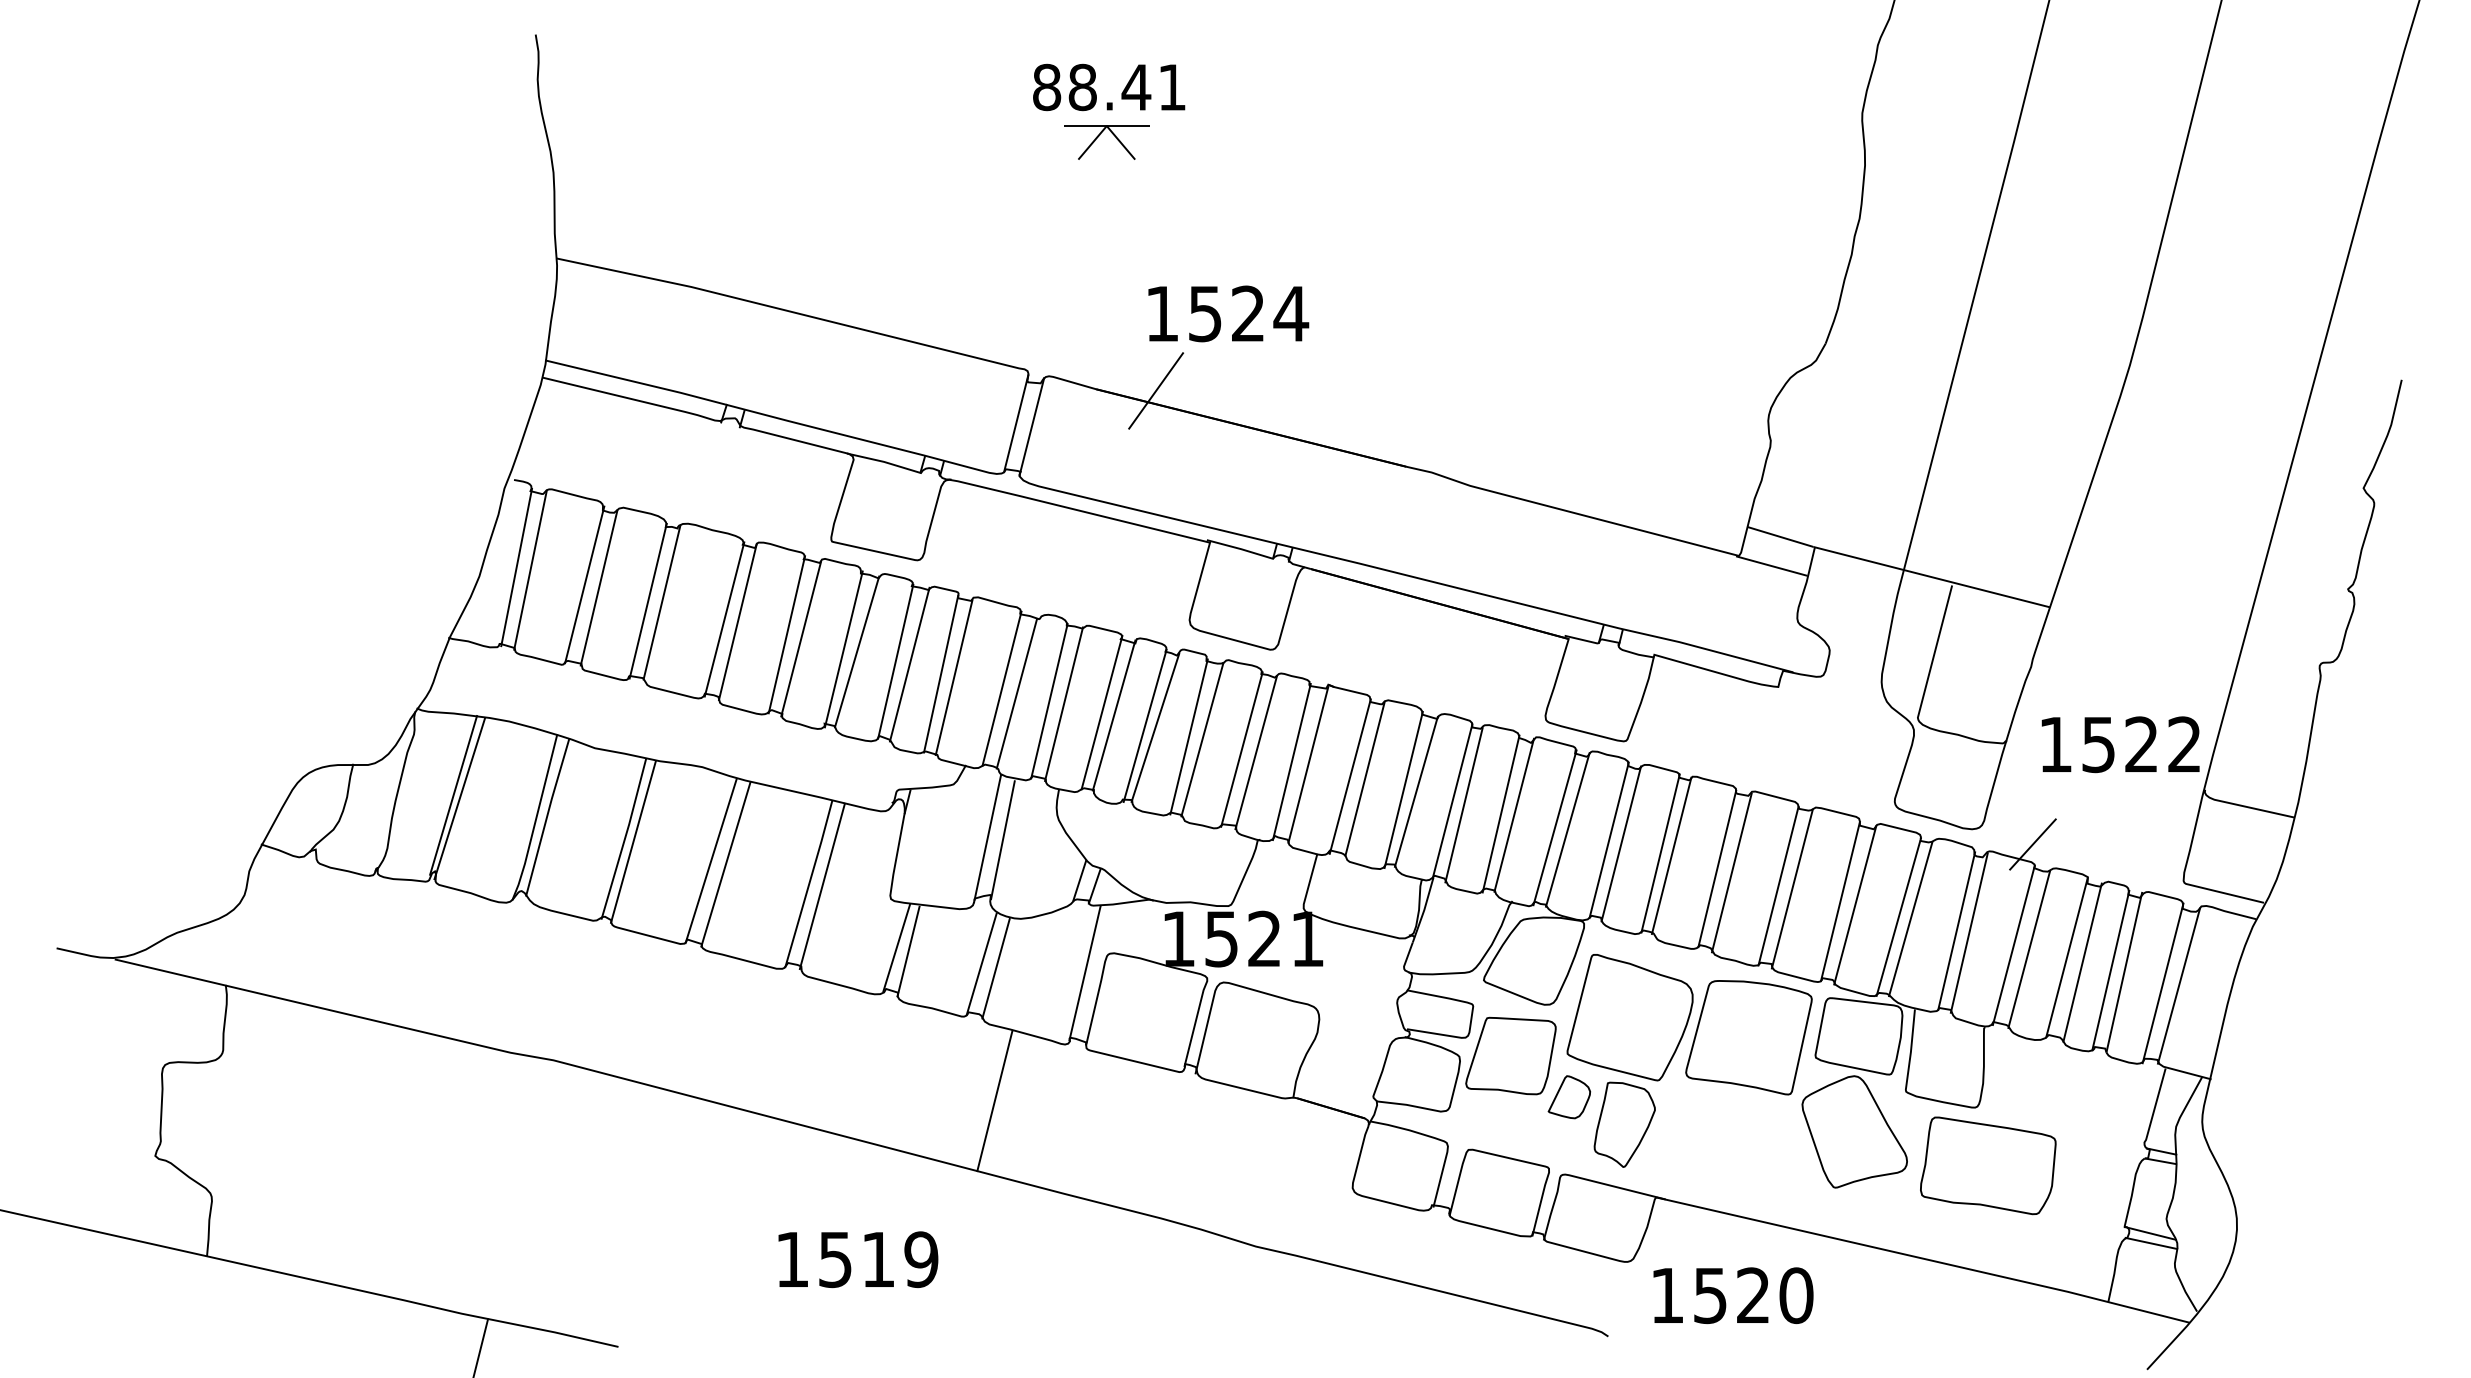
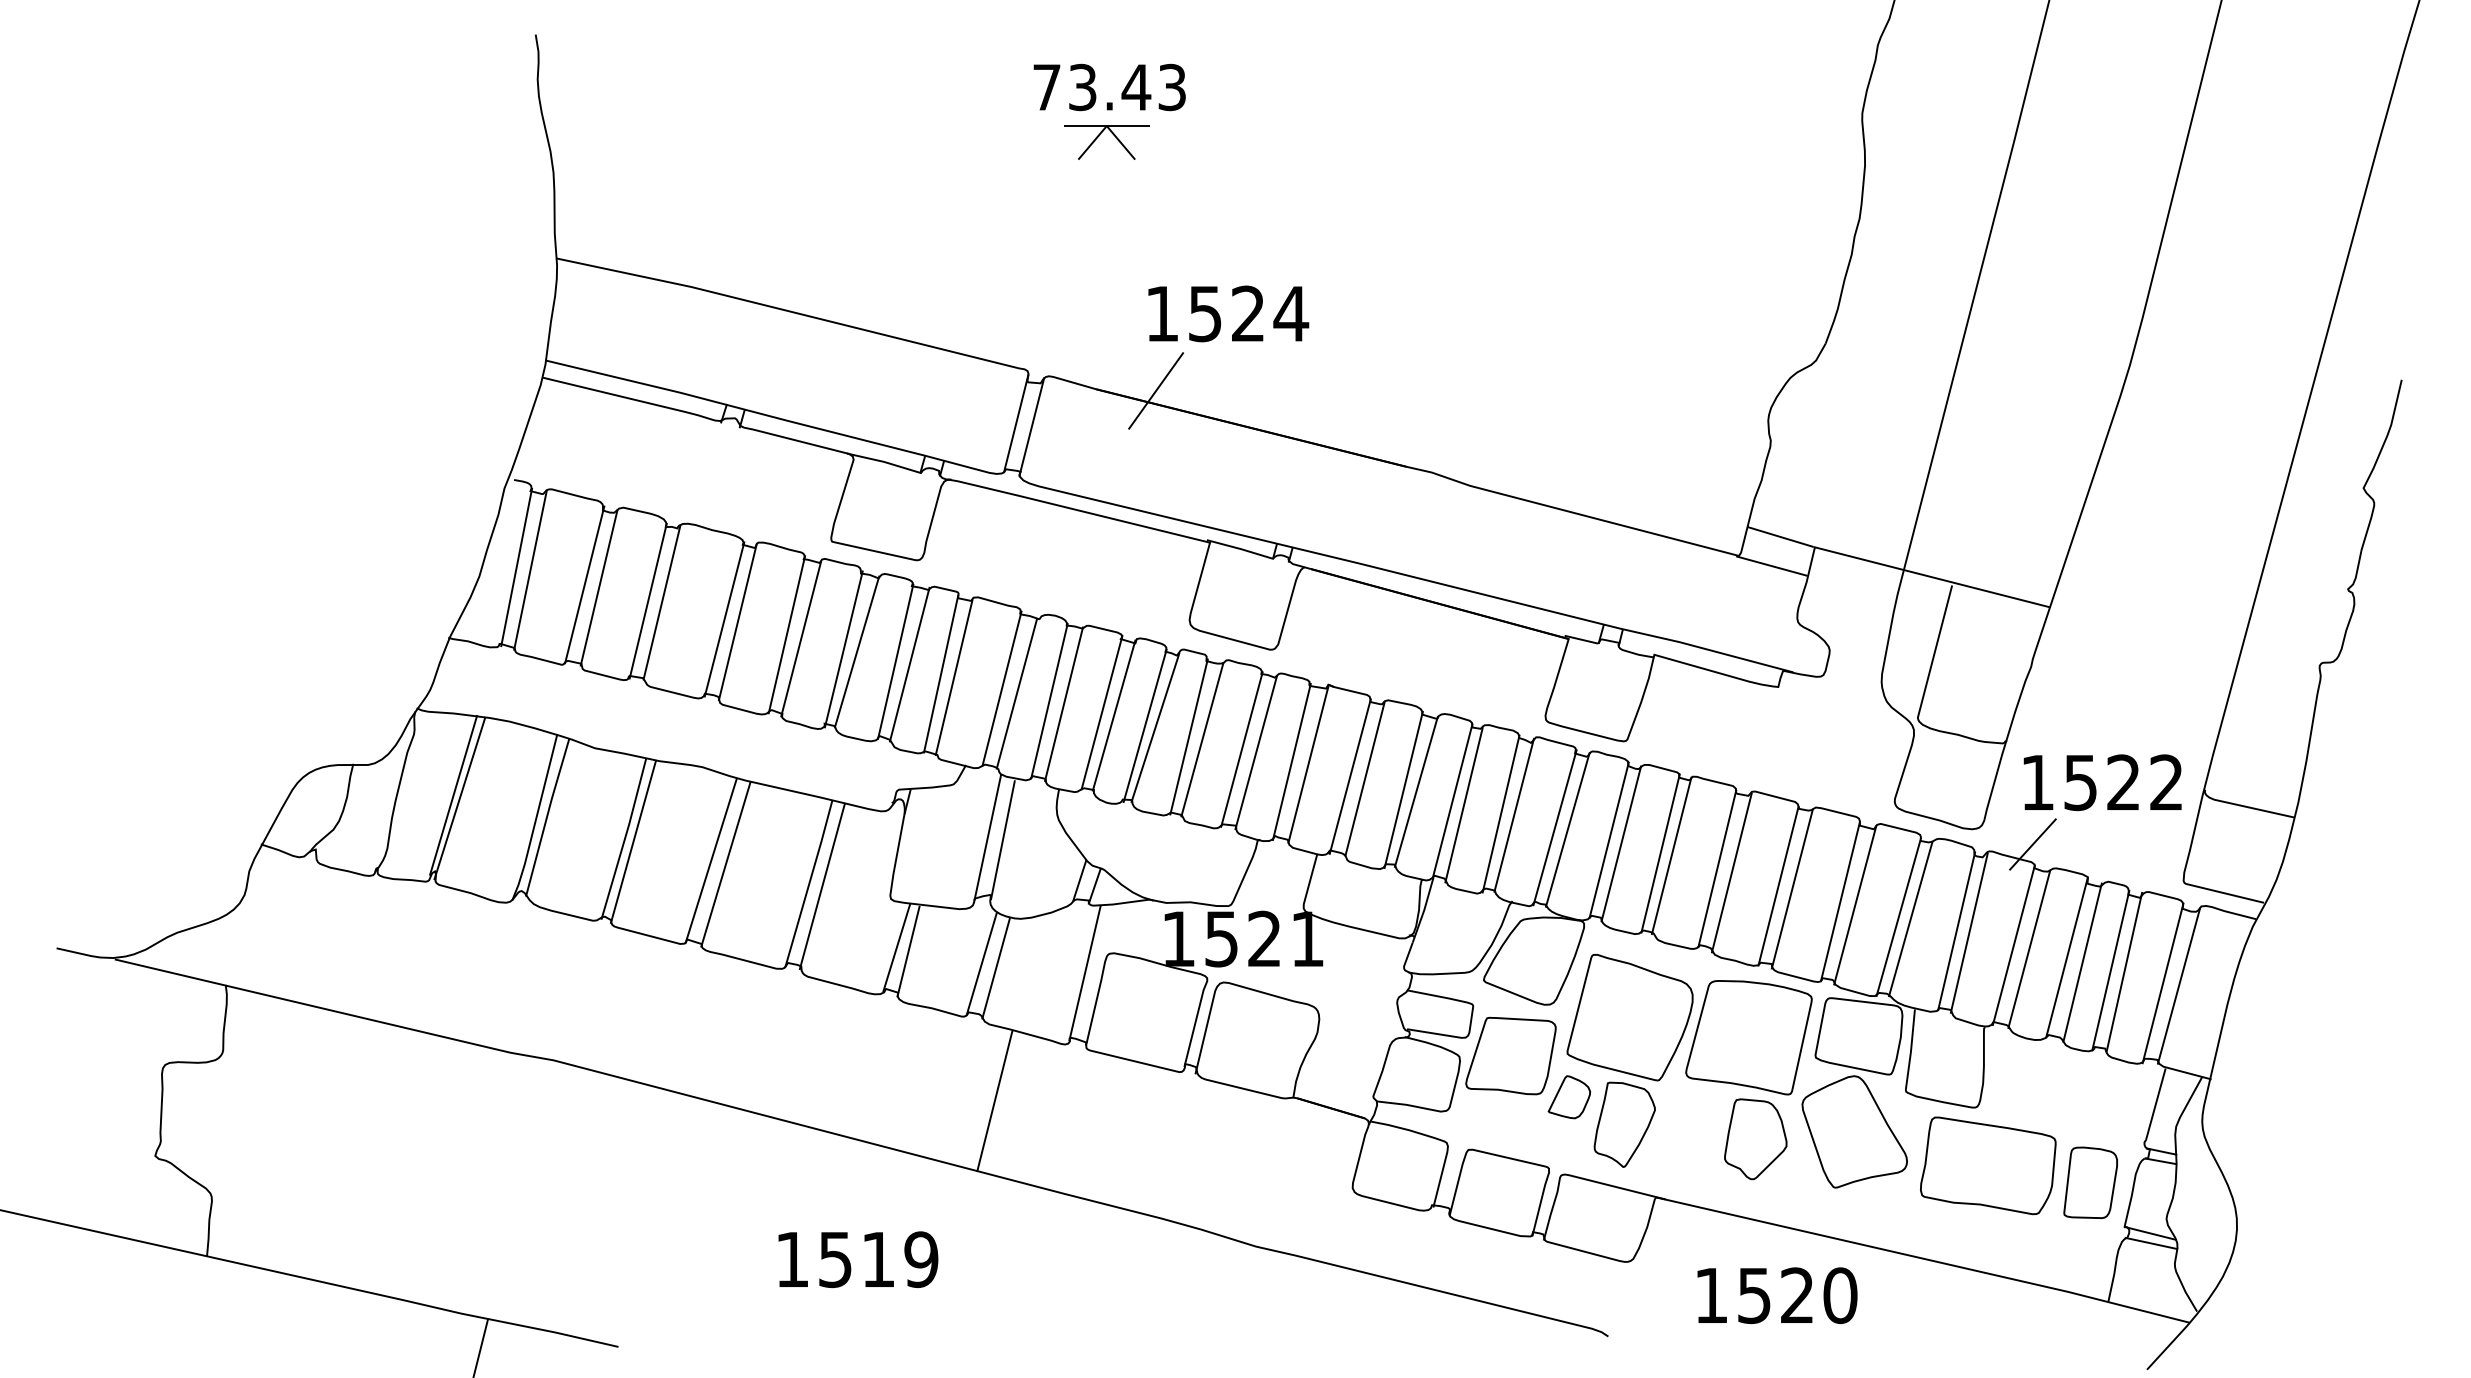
text at (1109, 87): 88.41 -> 73.43
text at (2120, 744) position: (2120, 744) -> (2102, 782)
part at (1755, 1139): none -> present
part at (2090, 1182): none -> present
text at (1733, 1295) position: (1733, 1295) -> (1777, 1295)
